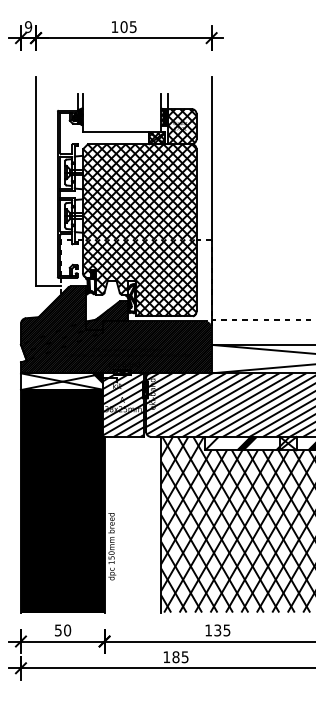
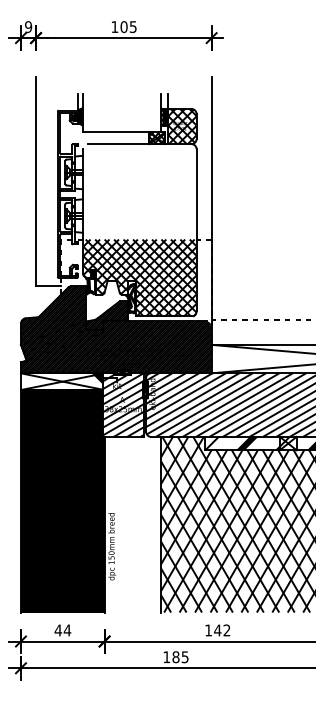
hatch at (139, 191): present -> none
text at (62, 630): 50 -> 44
text at (222, 630): 135 -> 142
